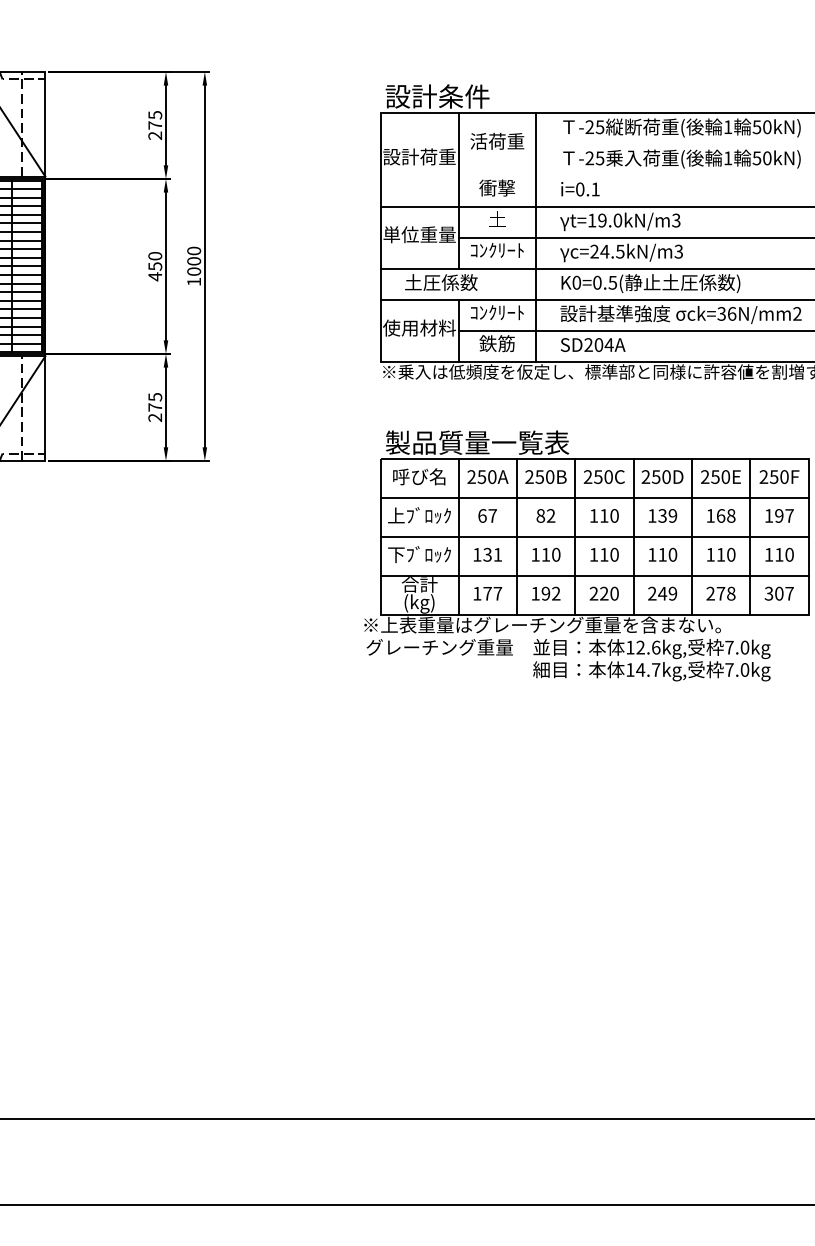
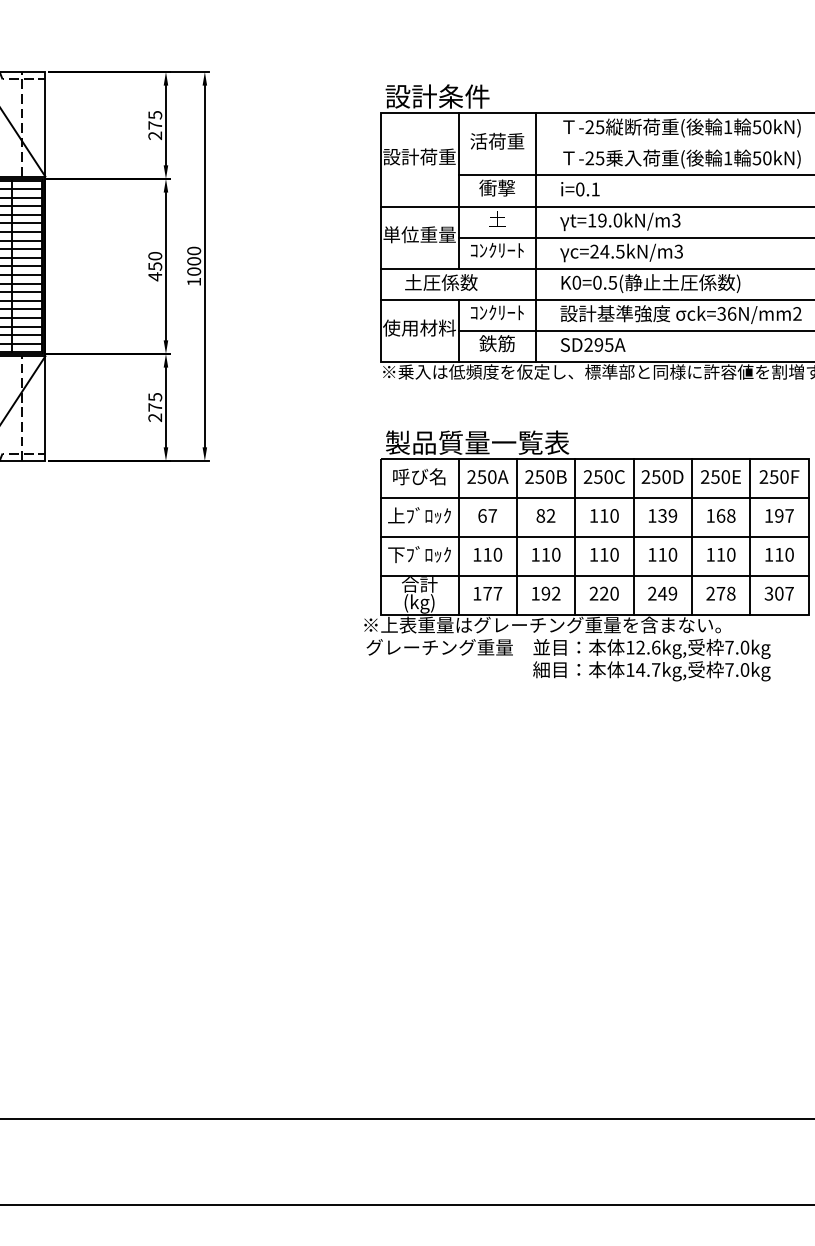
line at (634, 175): none -> present
text at (603, 344): SD204A -> SD295A
text at (492, 554): 131 -> 110
